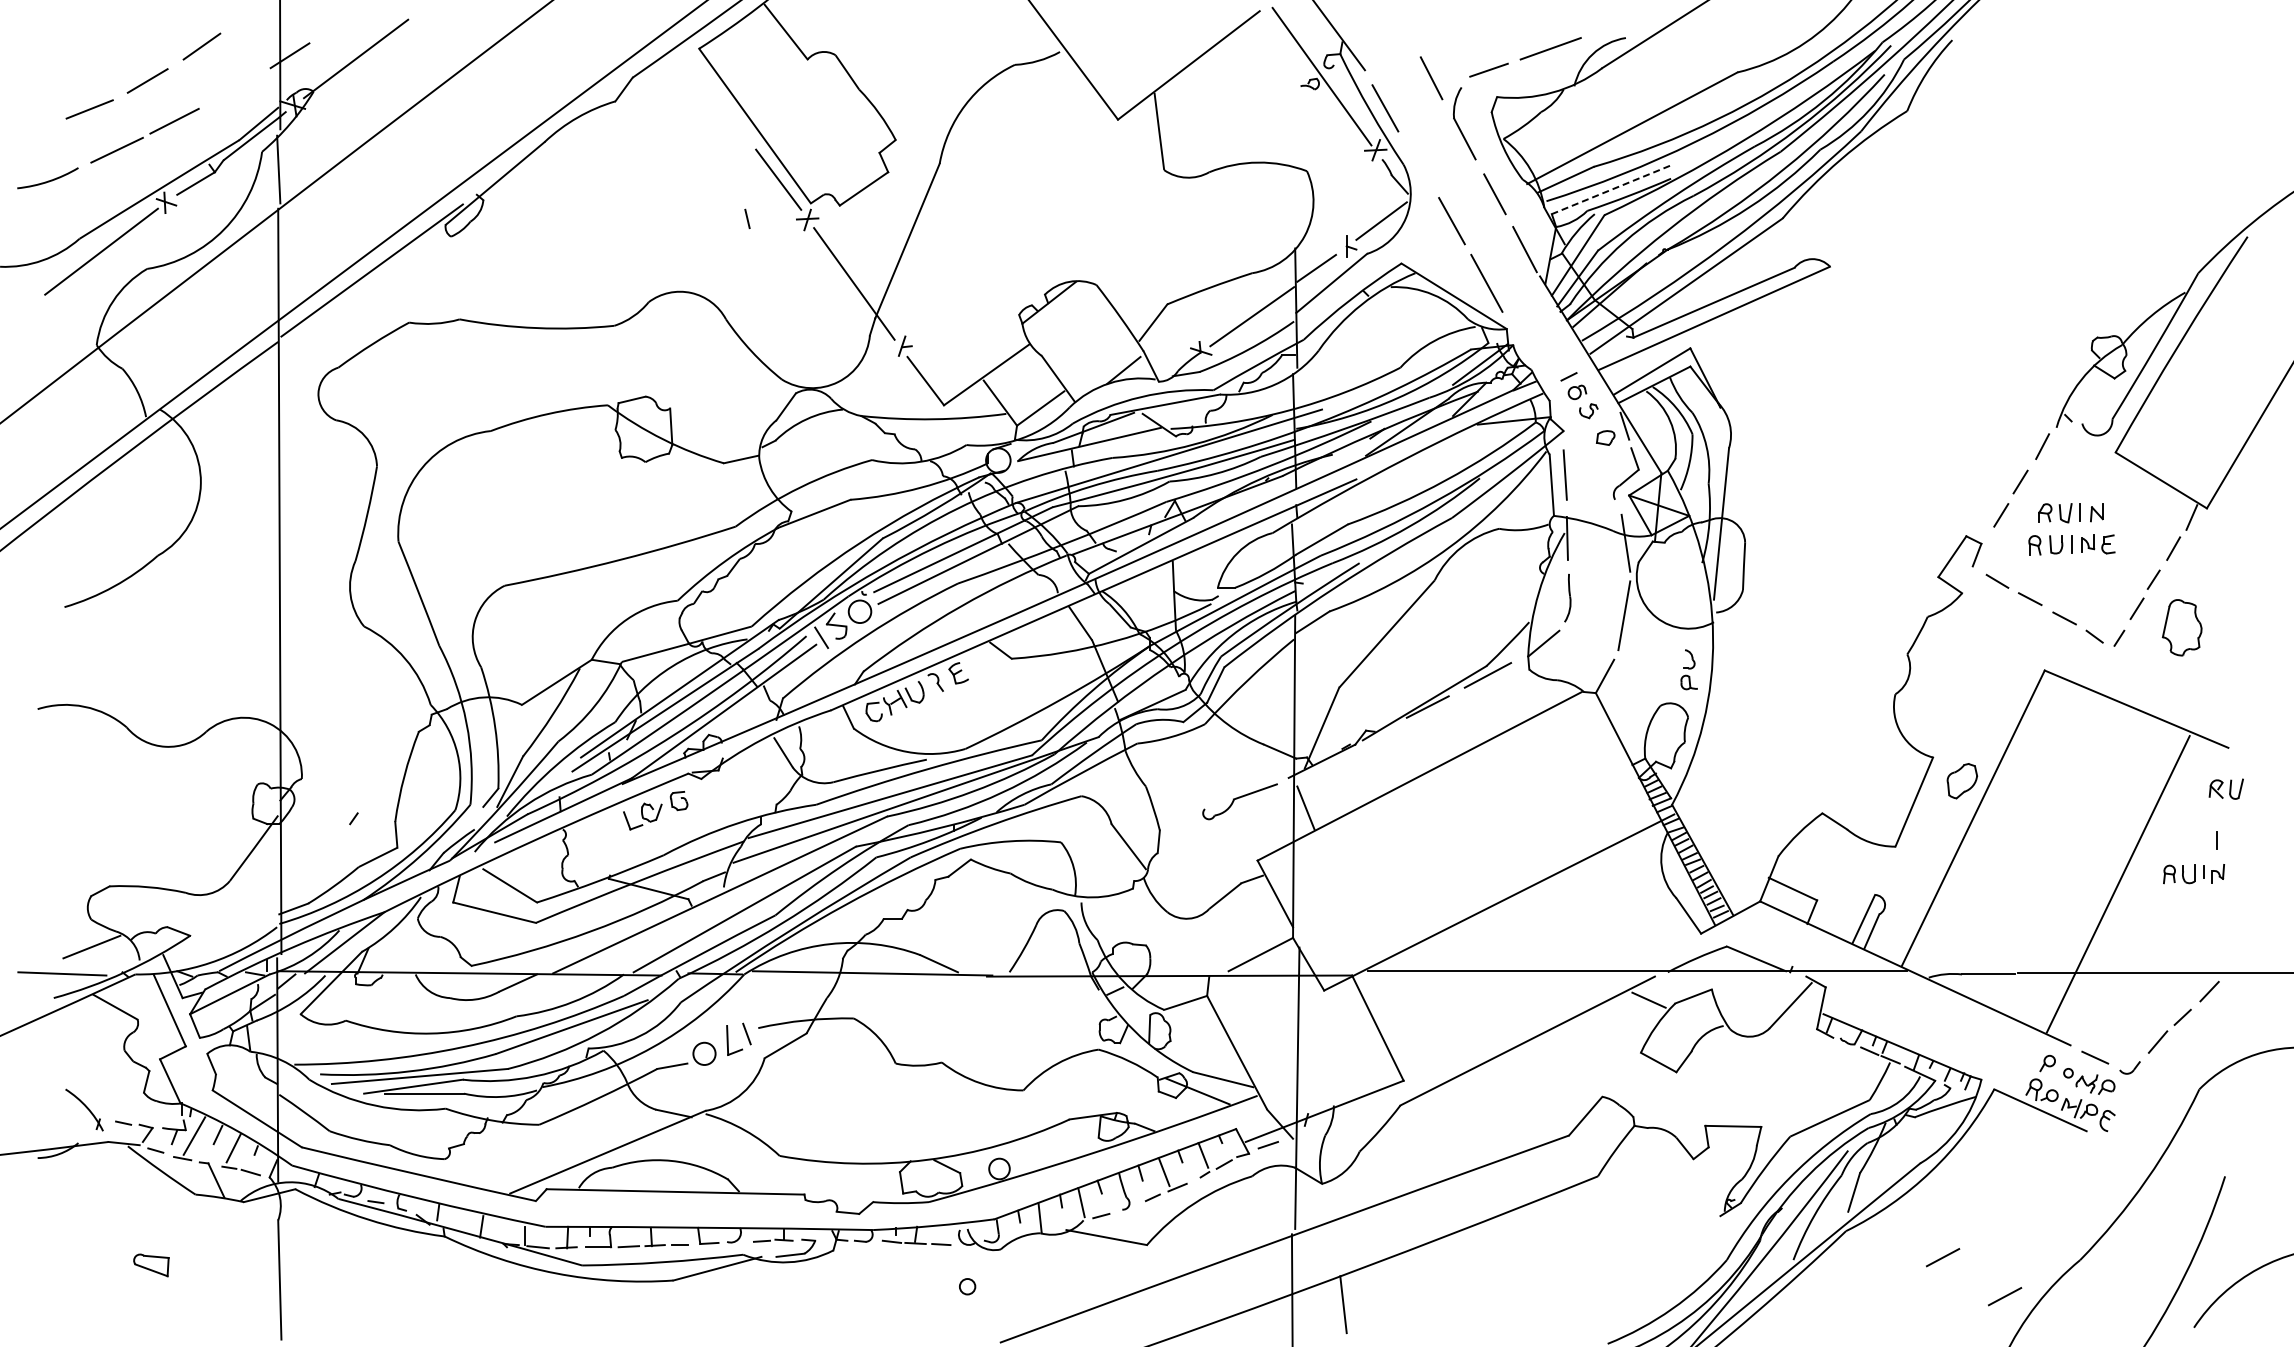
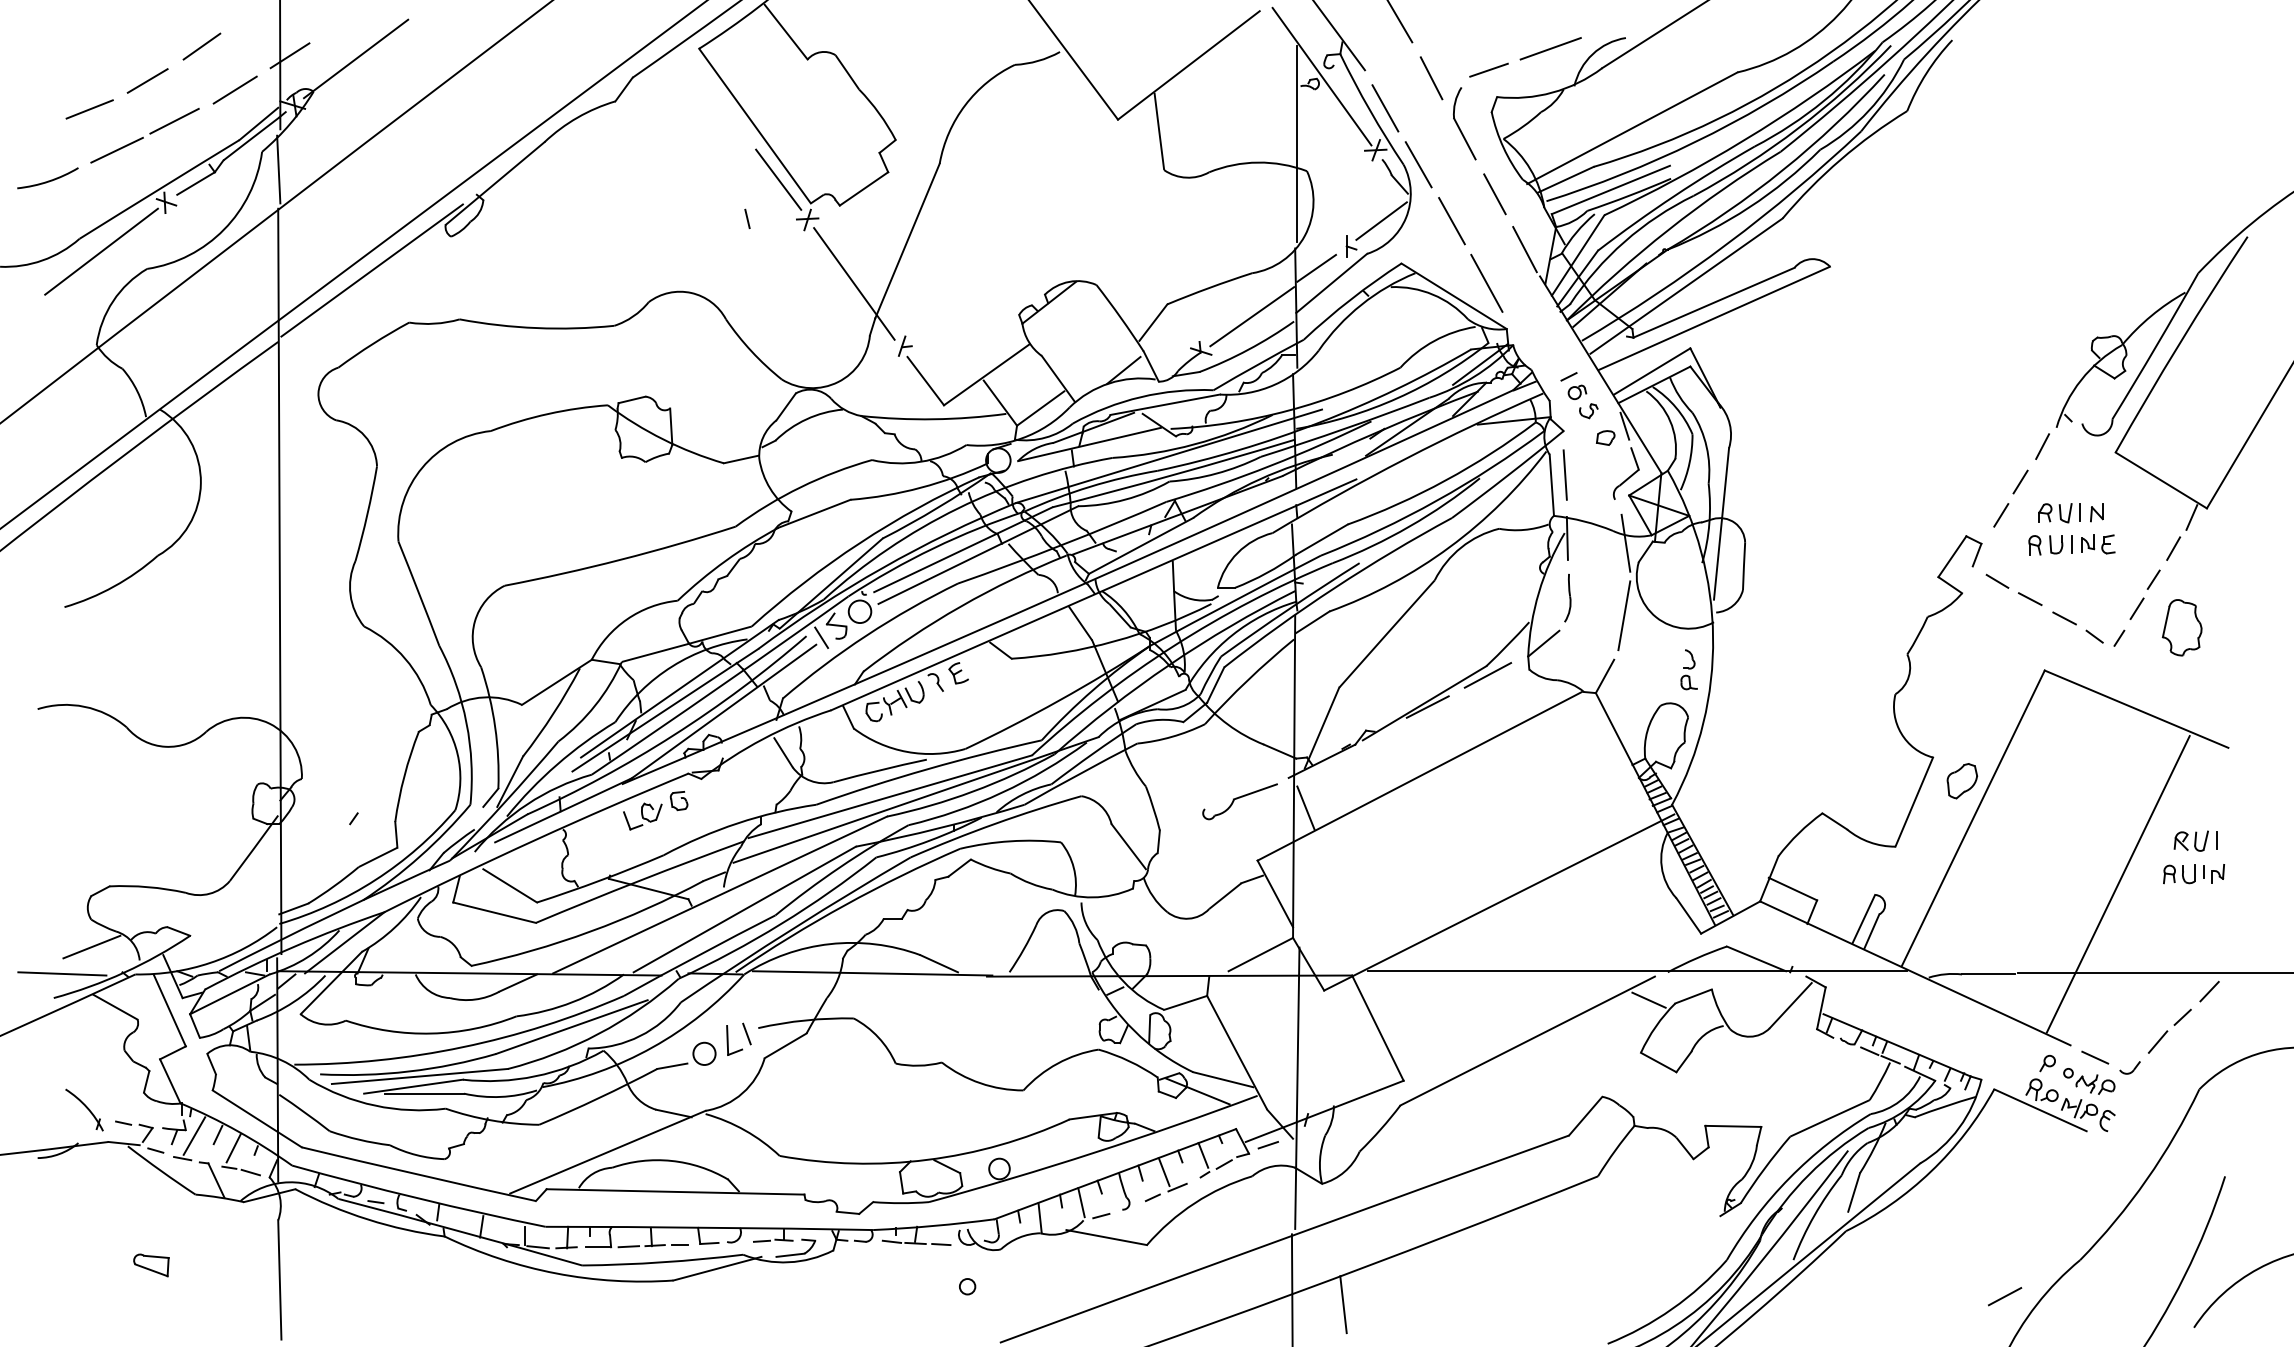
line at (1400, 22): none -> present
line at (234, 89): none -> present
line at (1297, 143): none -> present
line at (1418, 164): none -> present
line at (1610, 189): dashed -> solid
part at (2225, 788) position: (2225, 788) -> (2190, 840)
line at (1943, 1257): present -> none
